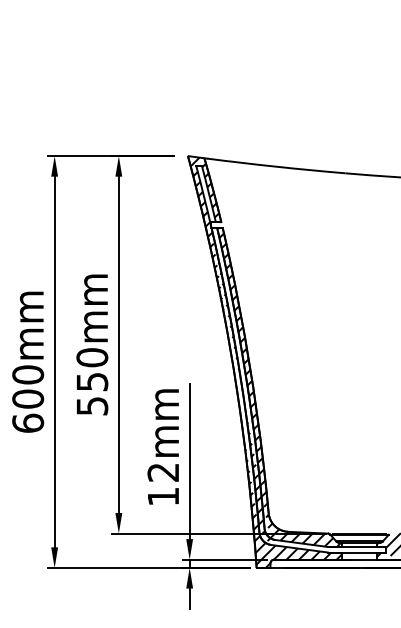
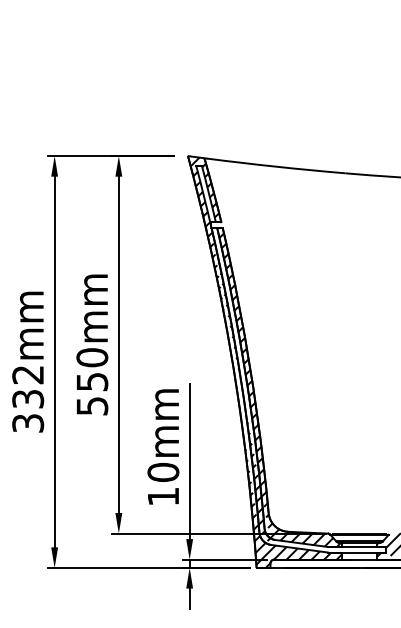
text at (28, 398): 600mm -> 332mm
text at (163, 471): 12mm -> 10mm
